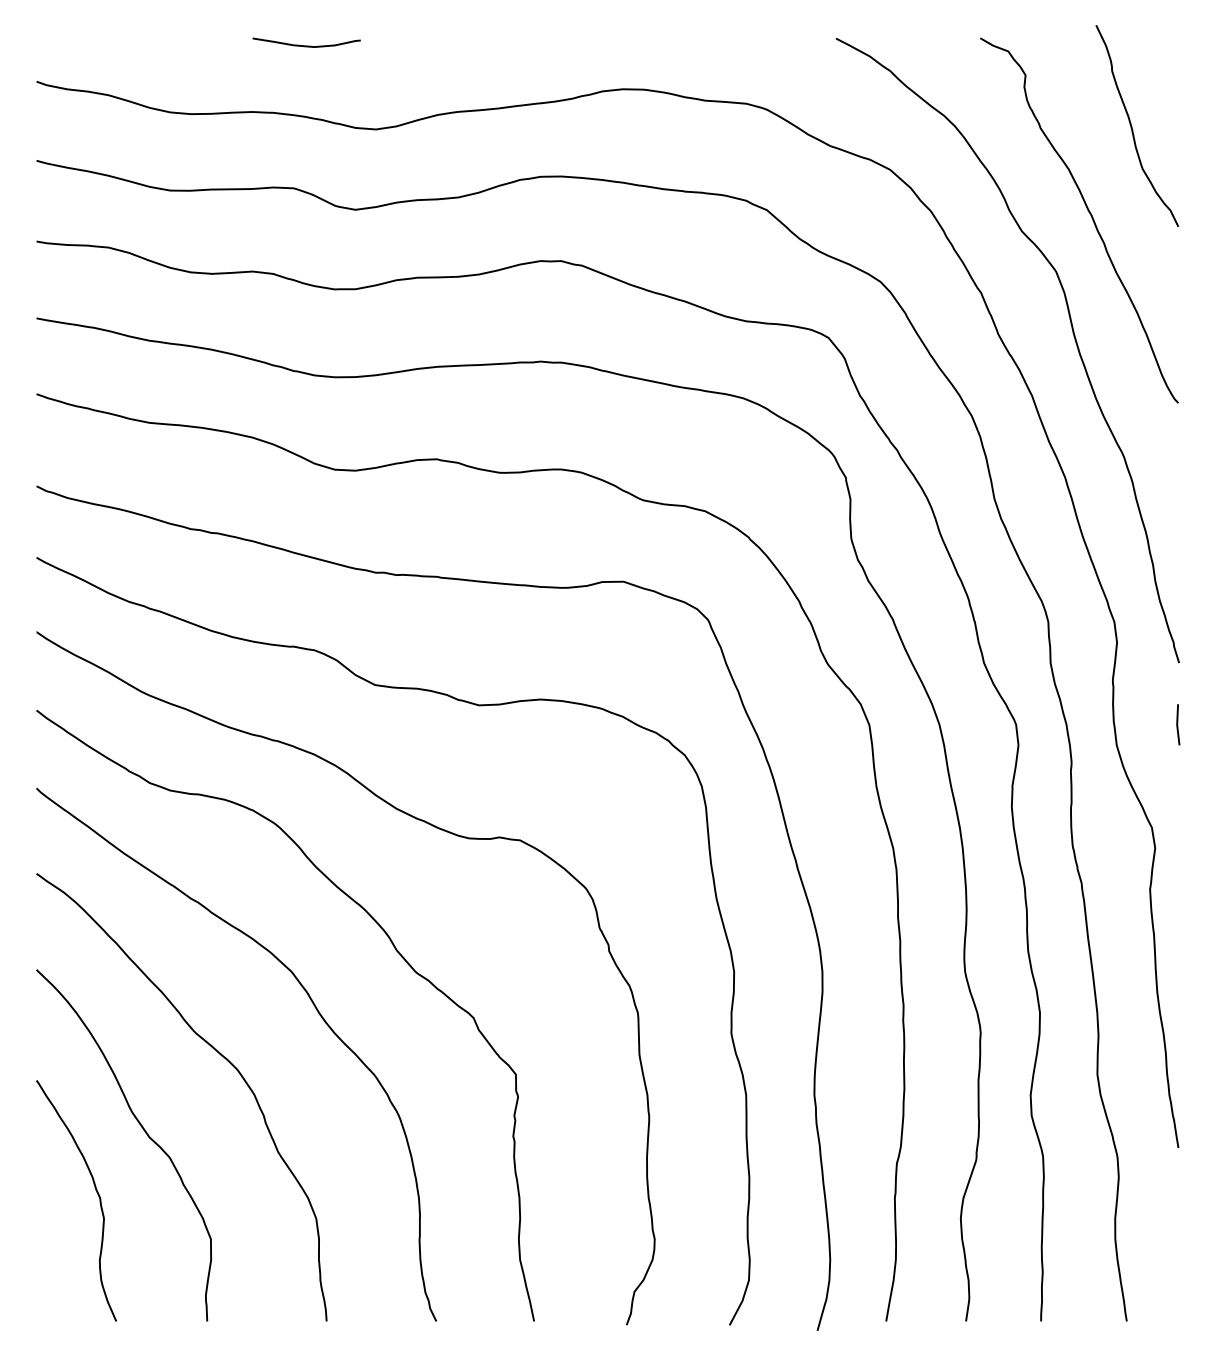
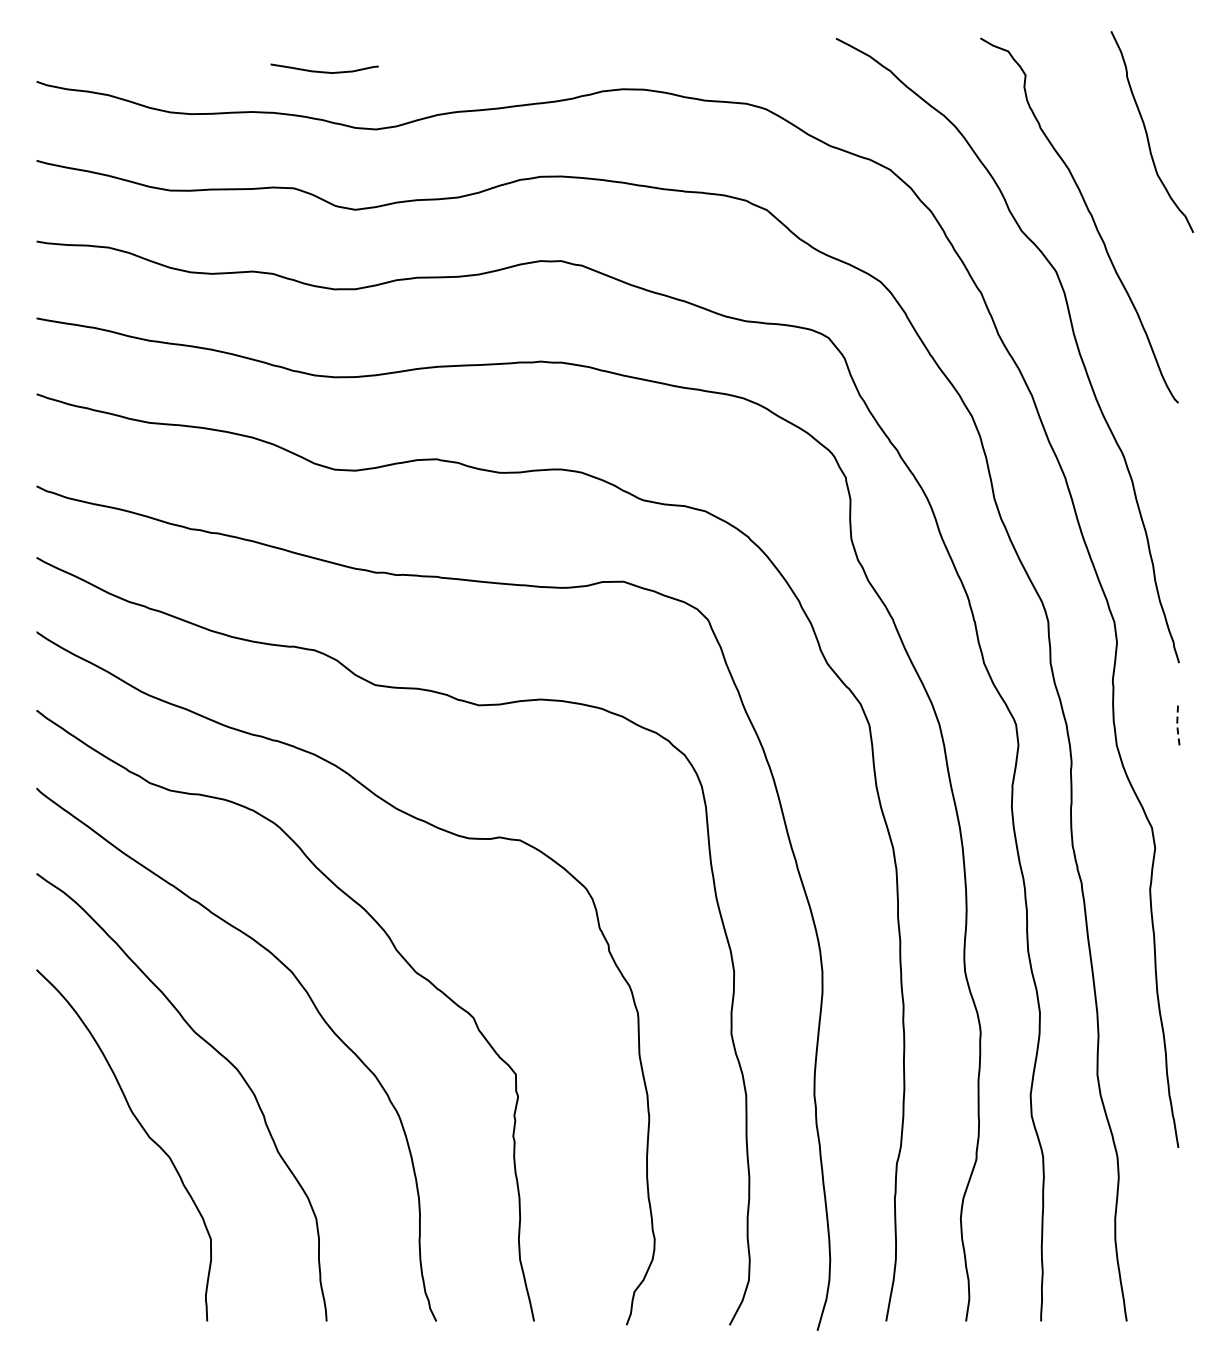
curve at (306, 45) position: (306, 45) -> (324, 71)
curve at (1132, 126) position: (1132, 126) -> (1147, 132)
line at (1177, 724): solid -> dashed
curve at (95, 1190): present -> none
